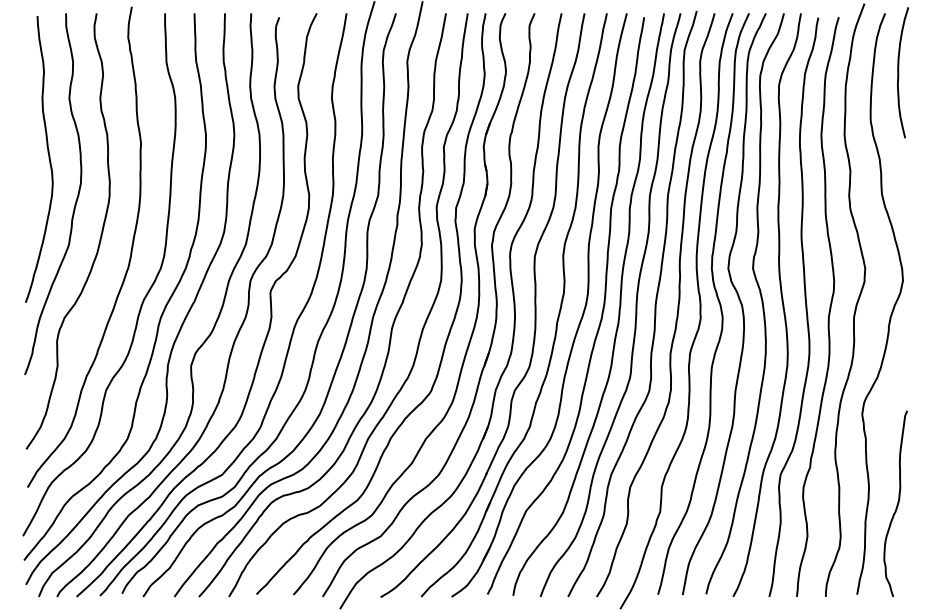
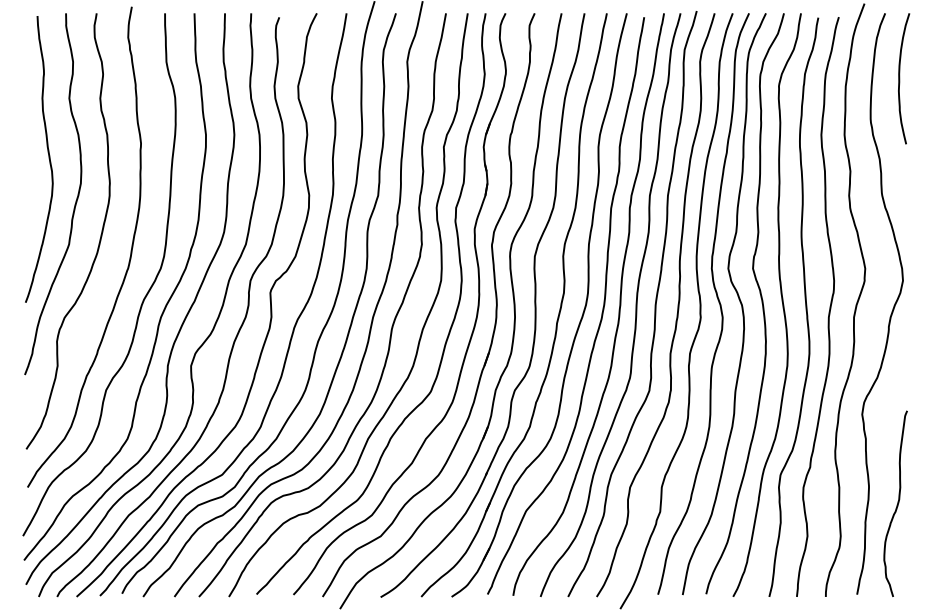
curve at (899, 72) position: (899, 72) -> (900, 78)
